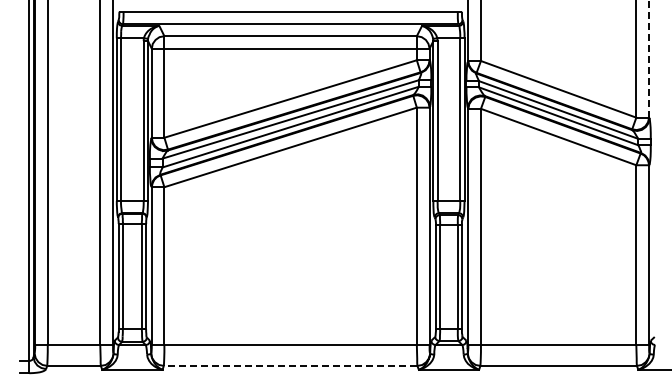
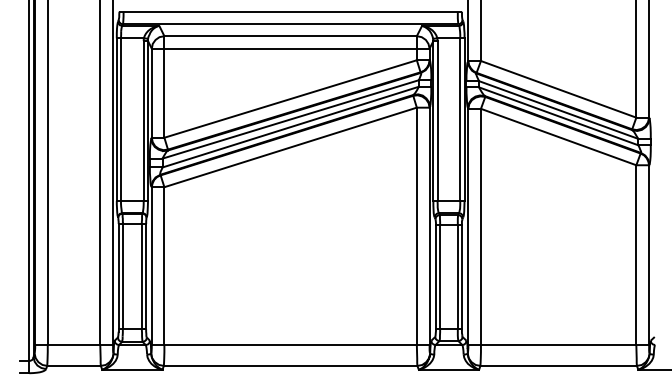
line at (649, 58): dashed -> solid
line at (290, 365): dashed -> solid
